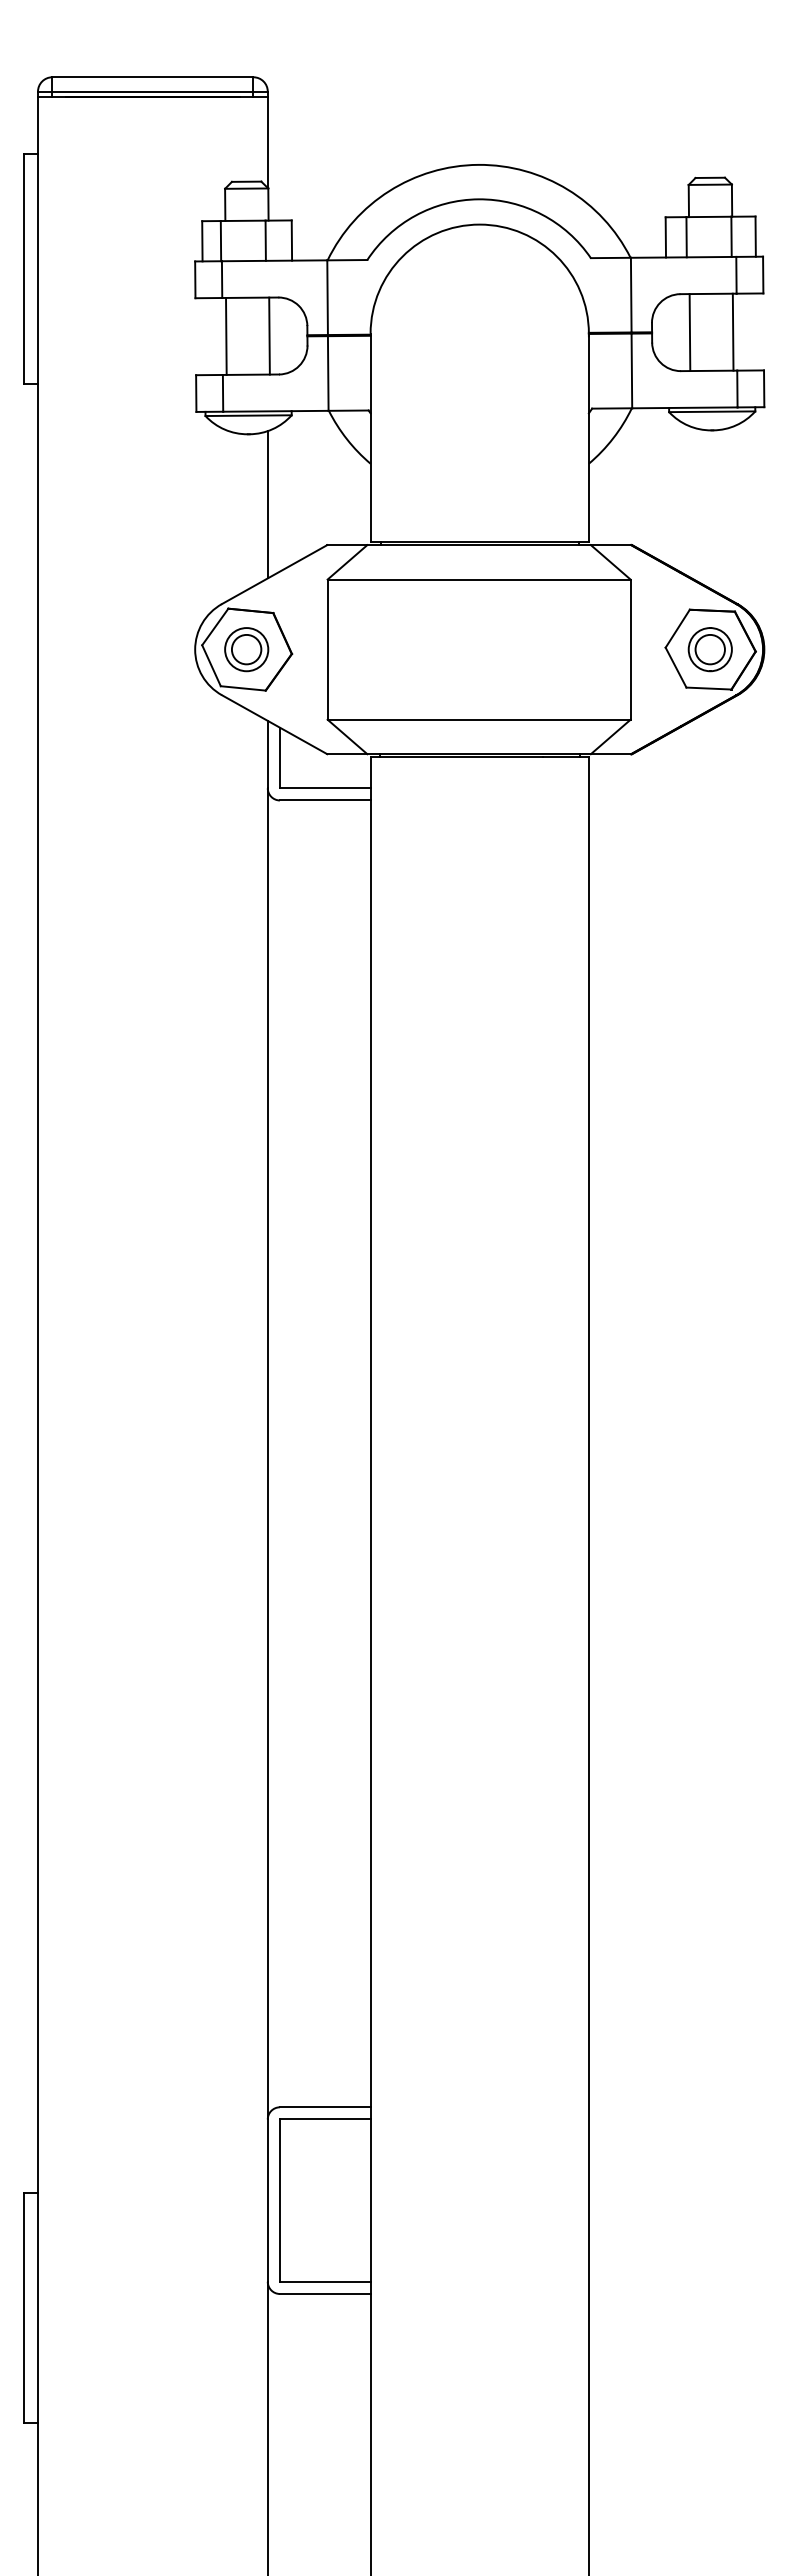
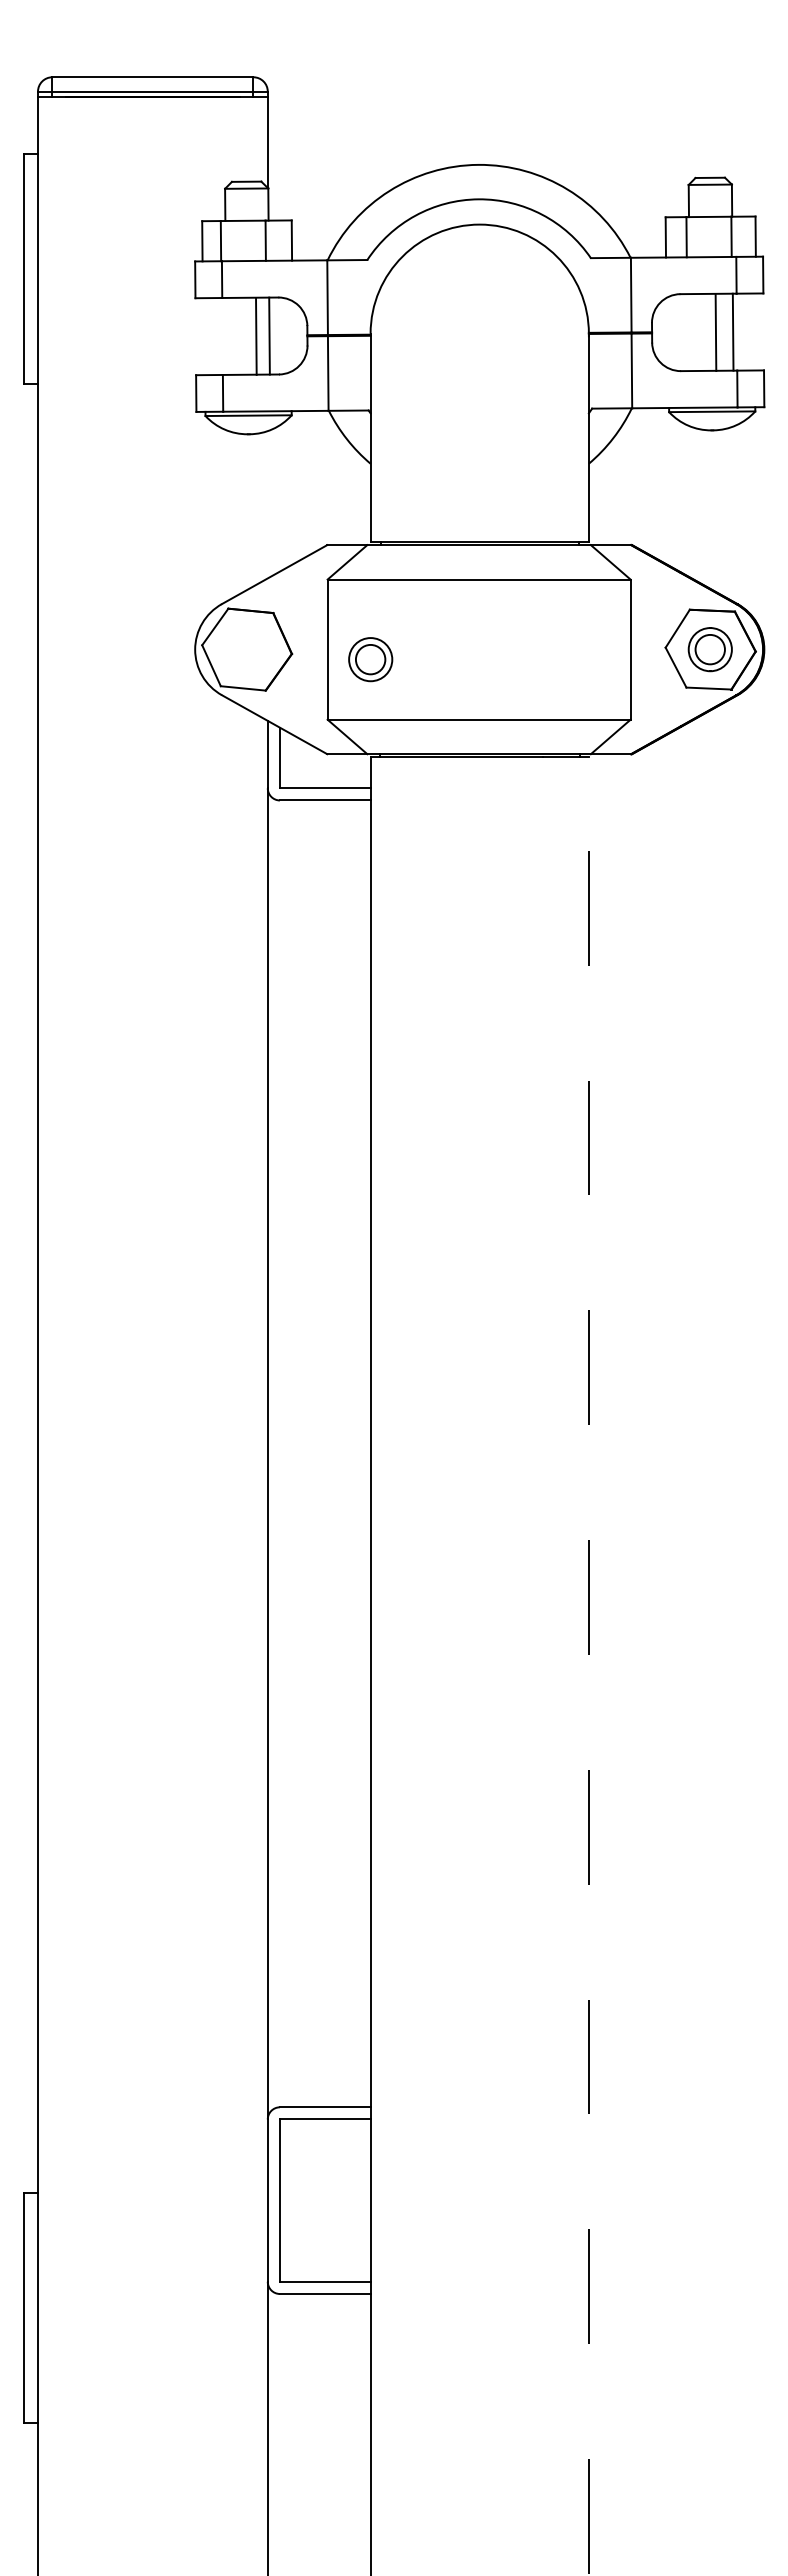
line at (689, 332) position: (689, 332) -> (715, 332)
line at (226, 335) position: (226, 335) -> (256, 335)
line at (267, 504): present -> none
part at (246, 649) position: (246, 649) -> (370, 659)
line at (588, 1666): solid -> dashed
